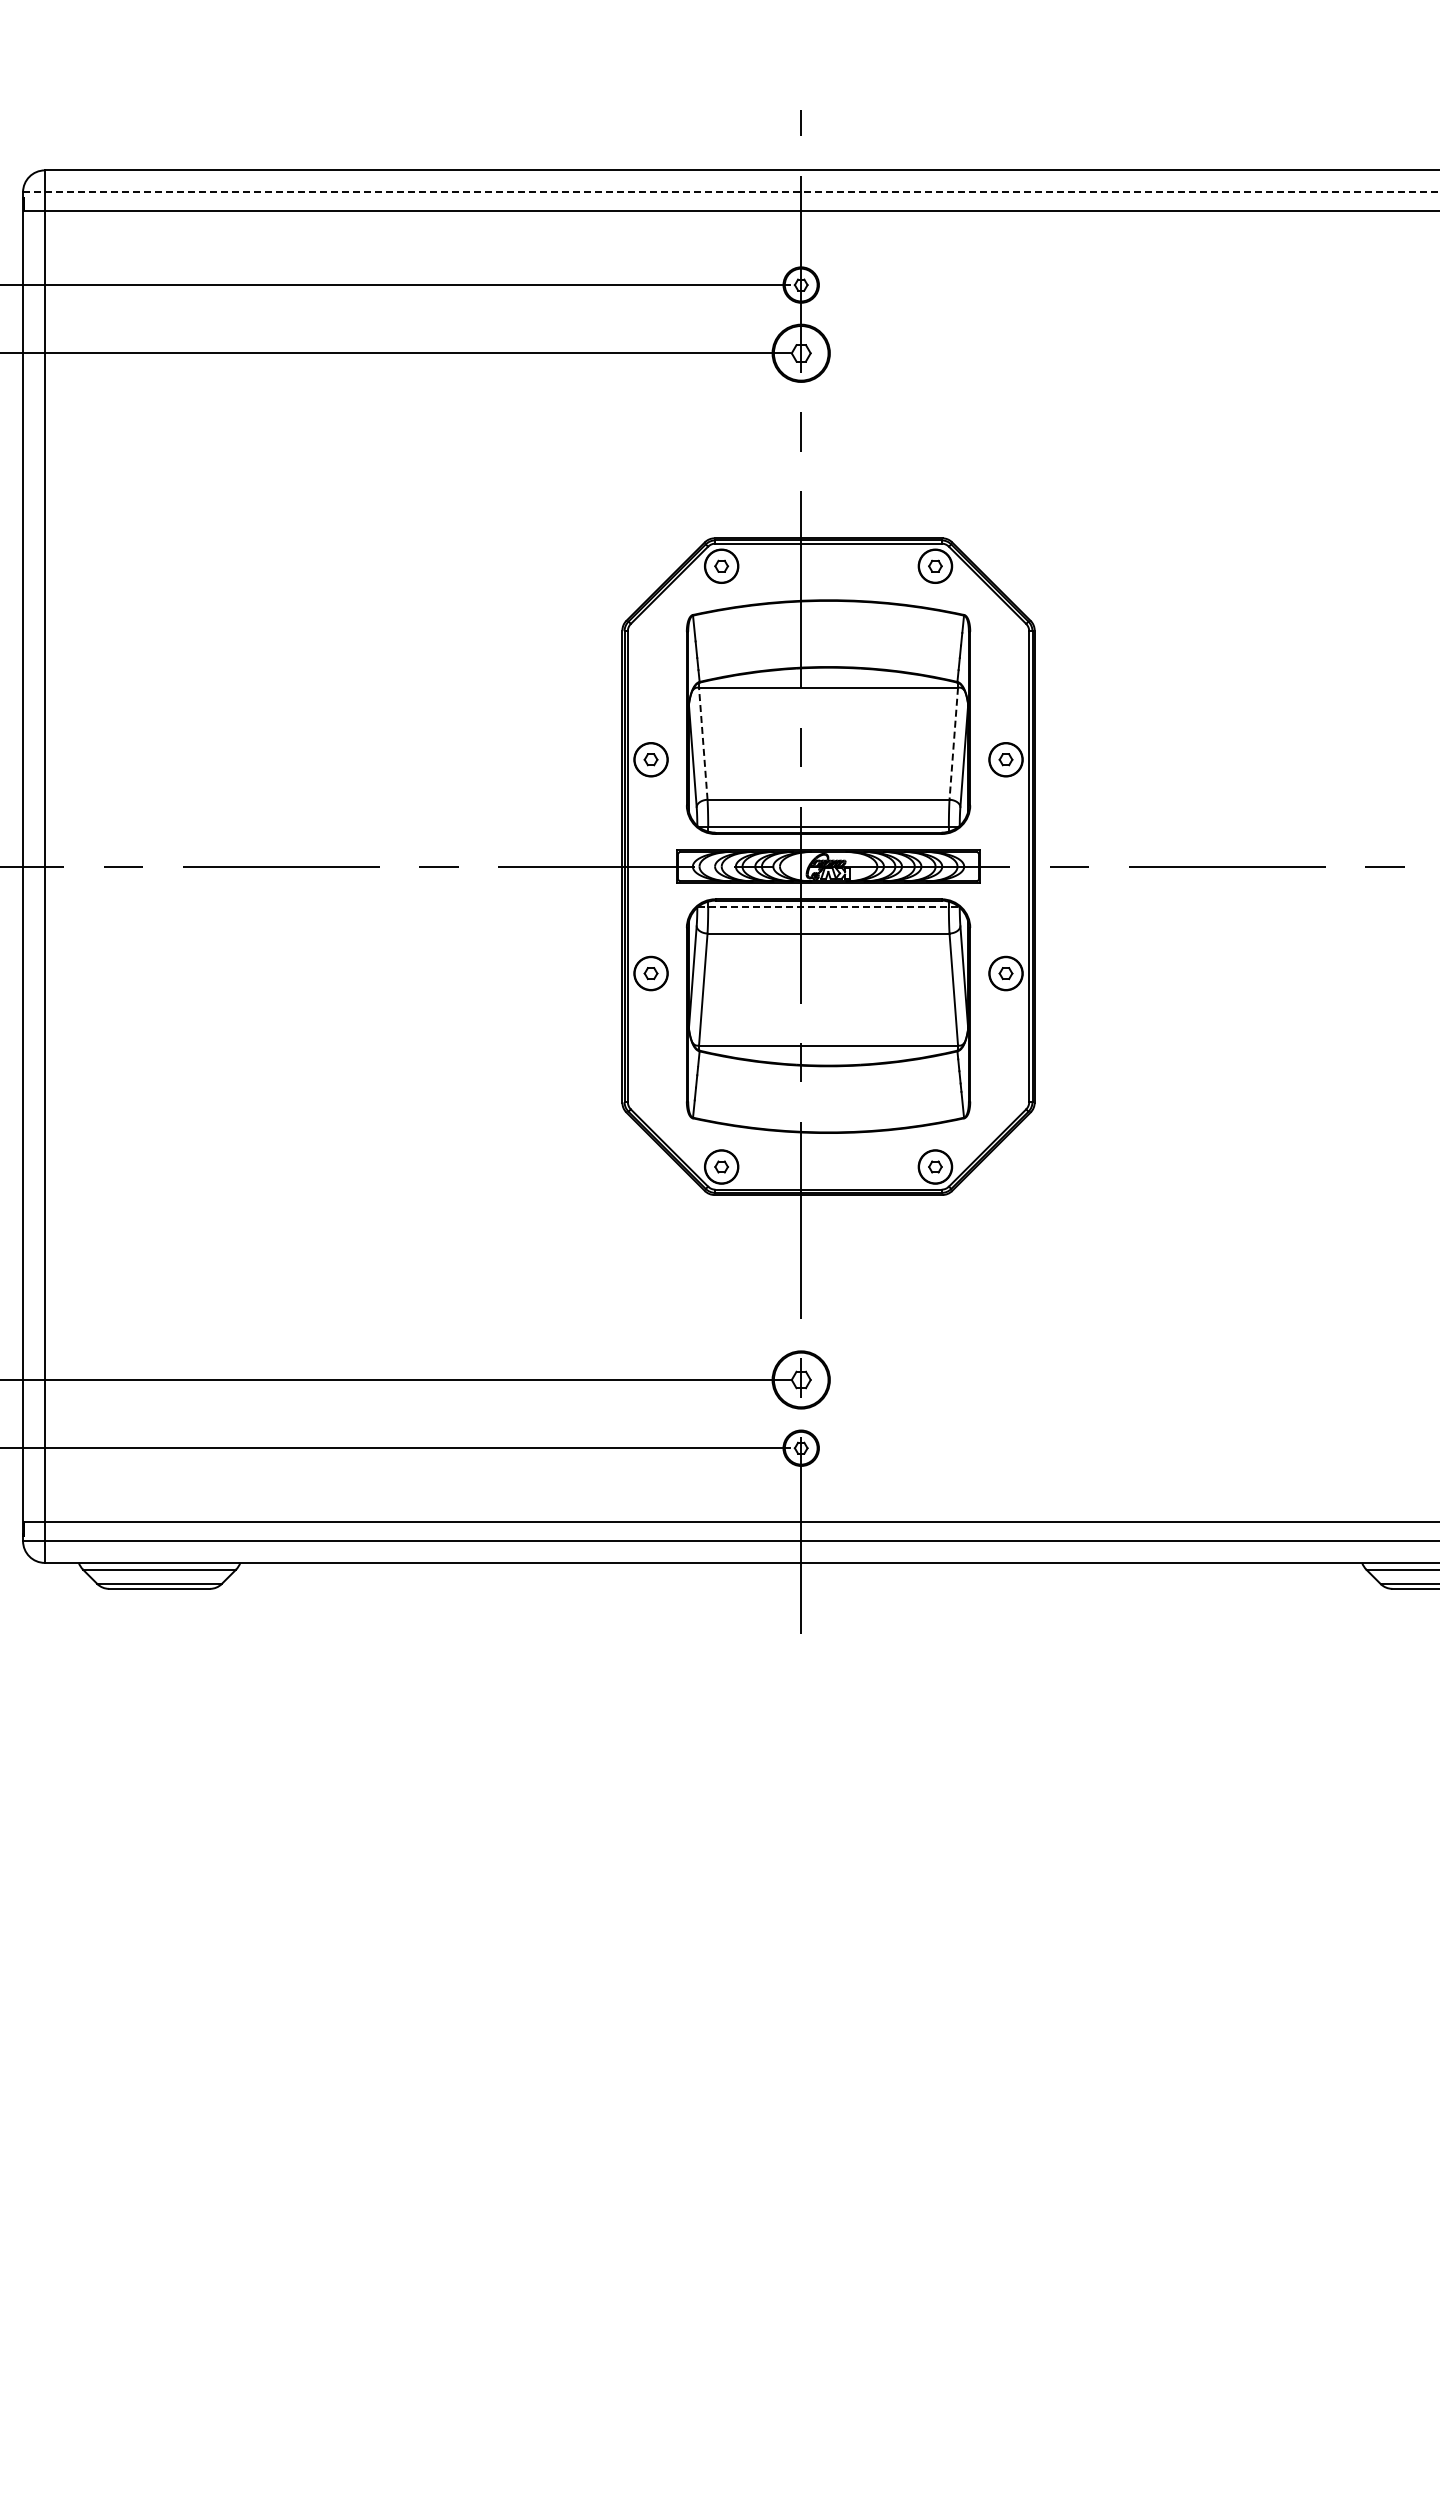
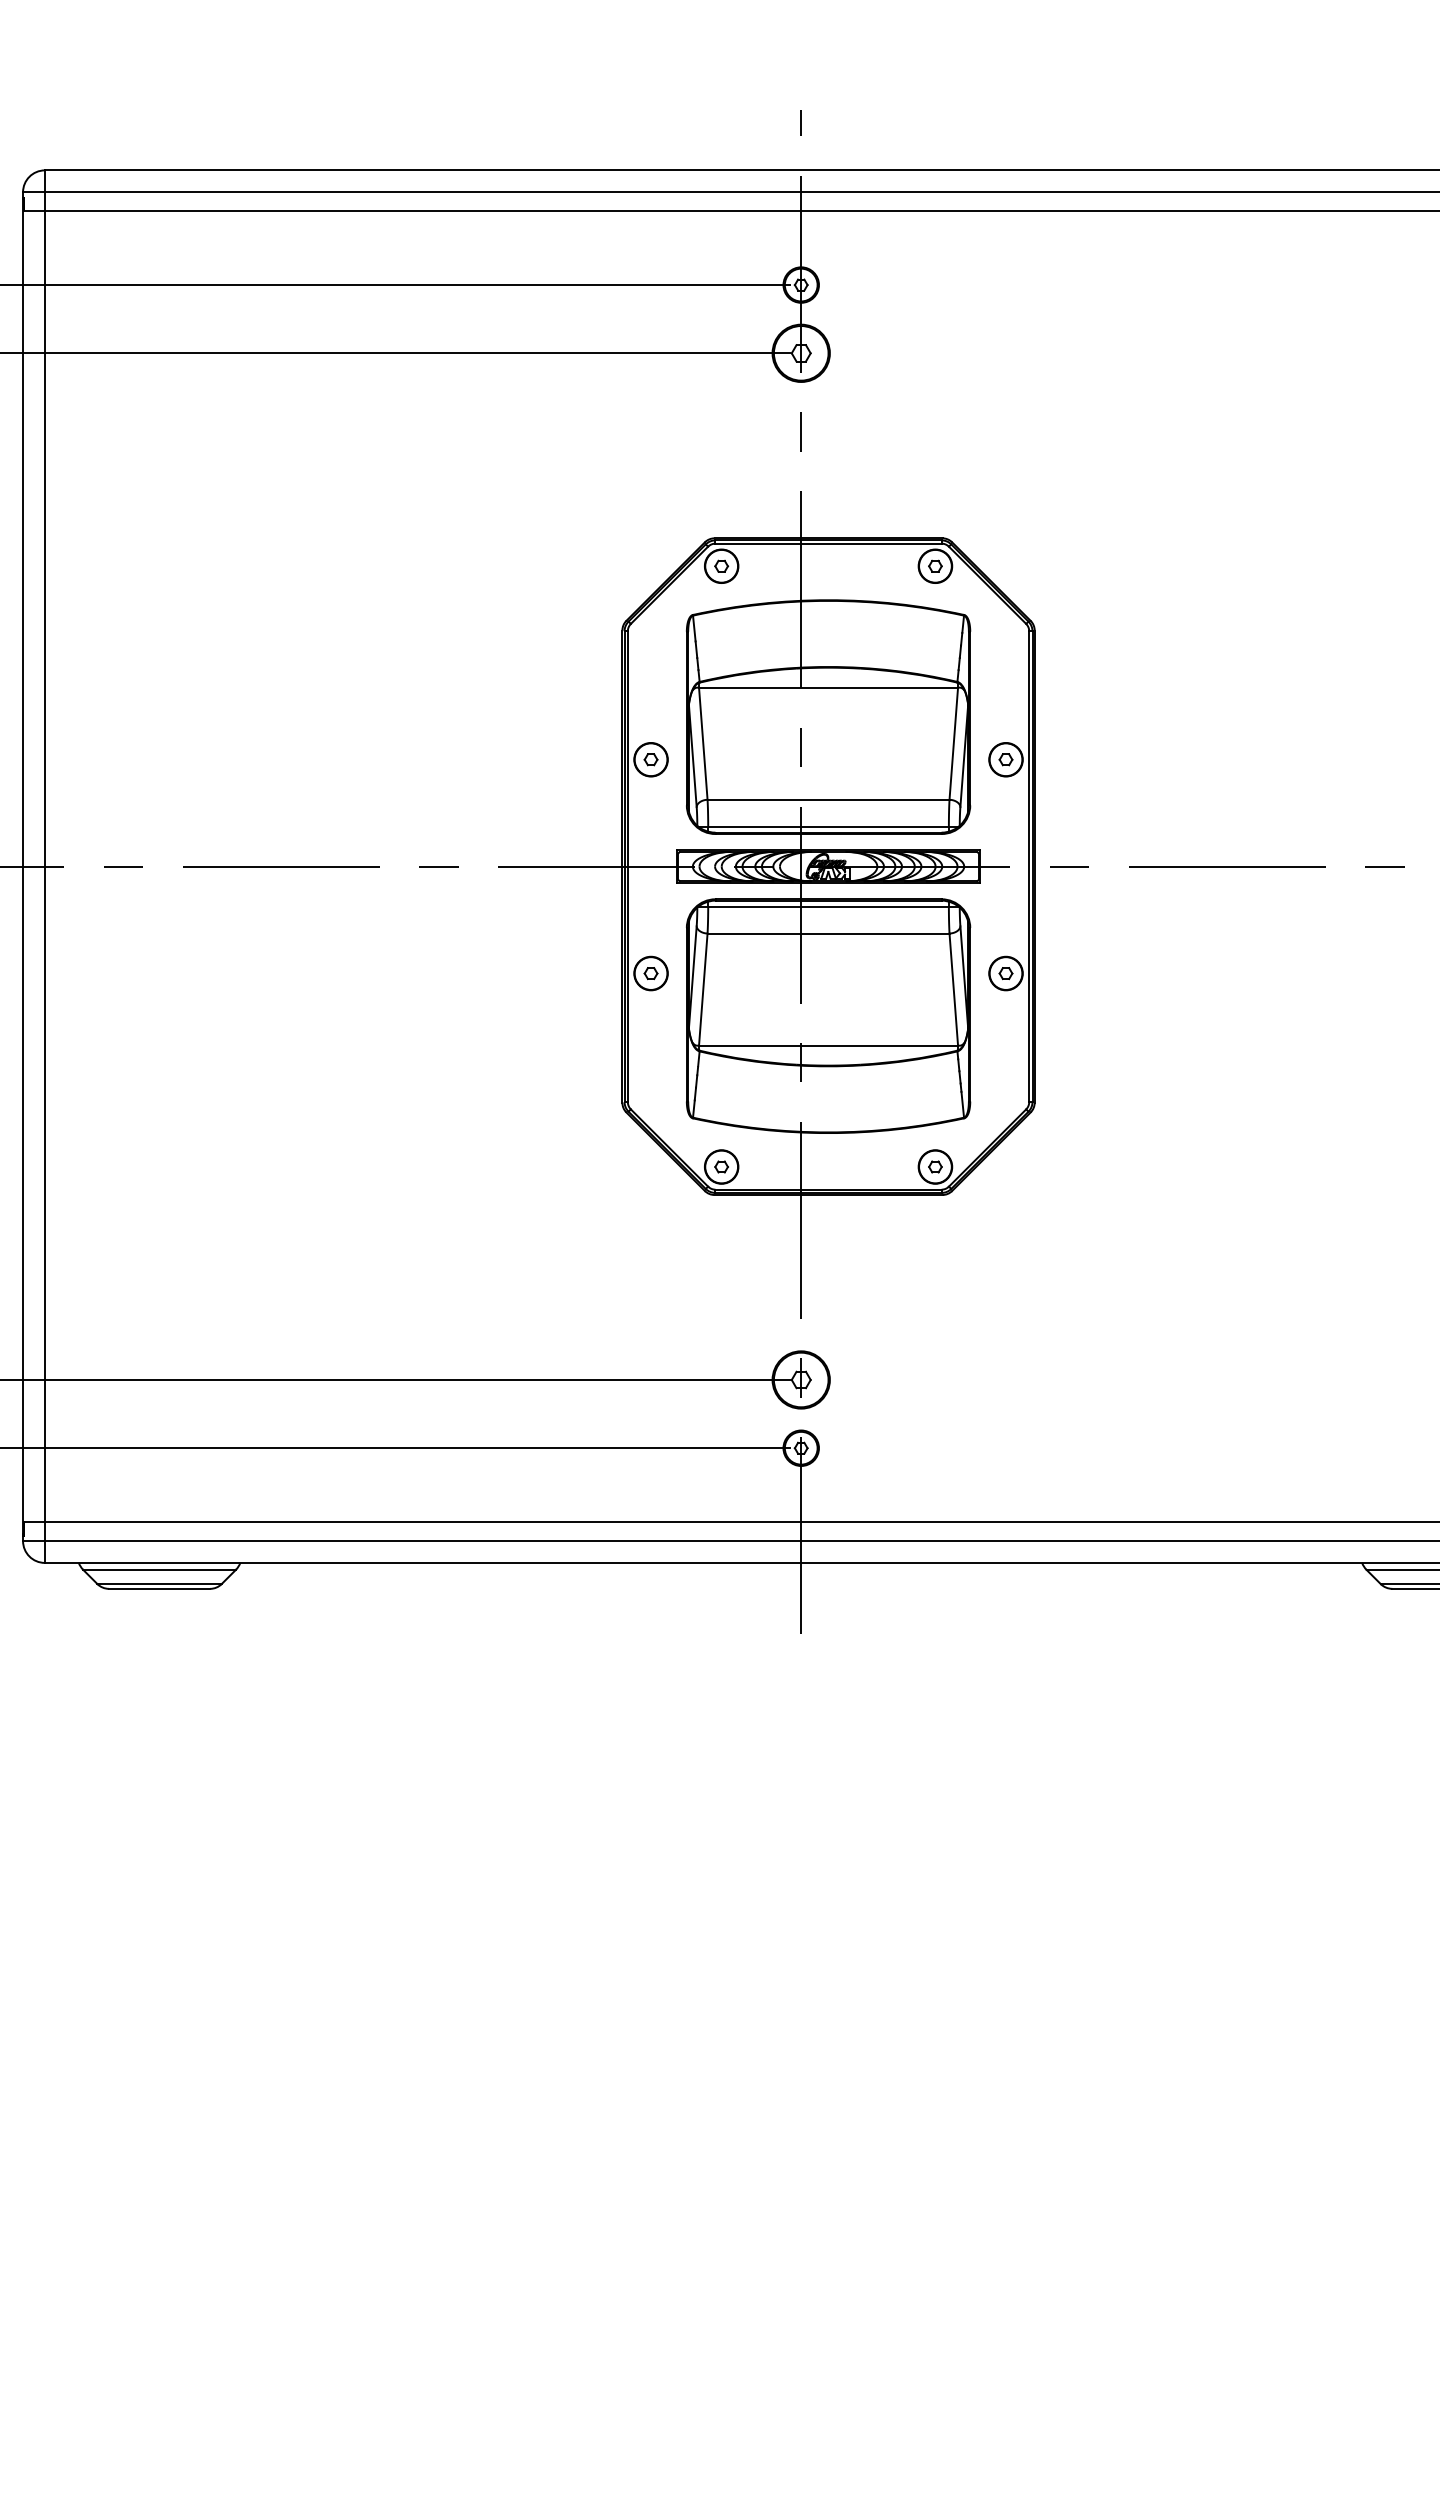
line at (731, 192): dashed -> solid
line at (703, 743): dashed -> solid
line at (953, 744): dashed -> solid
line at (829, 906): dashed -> solid
